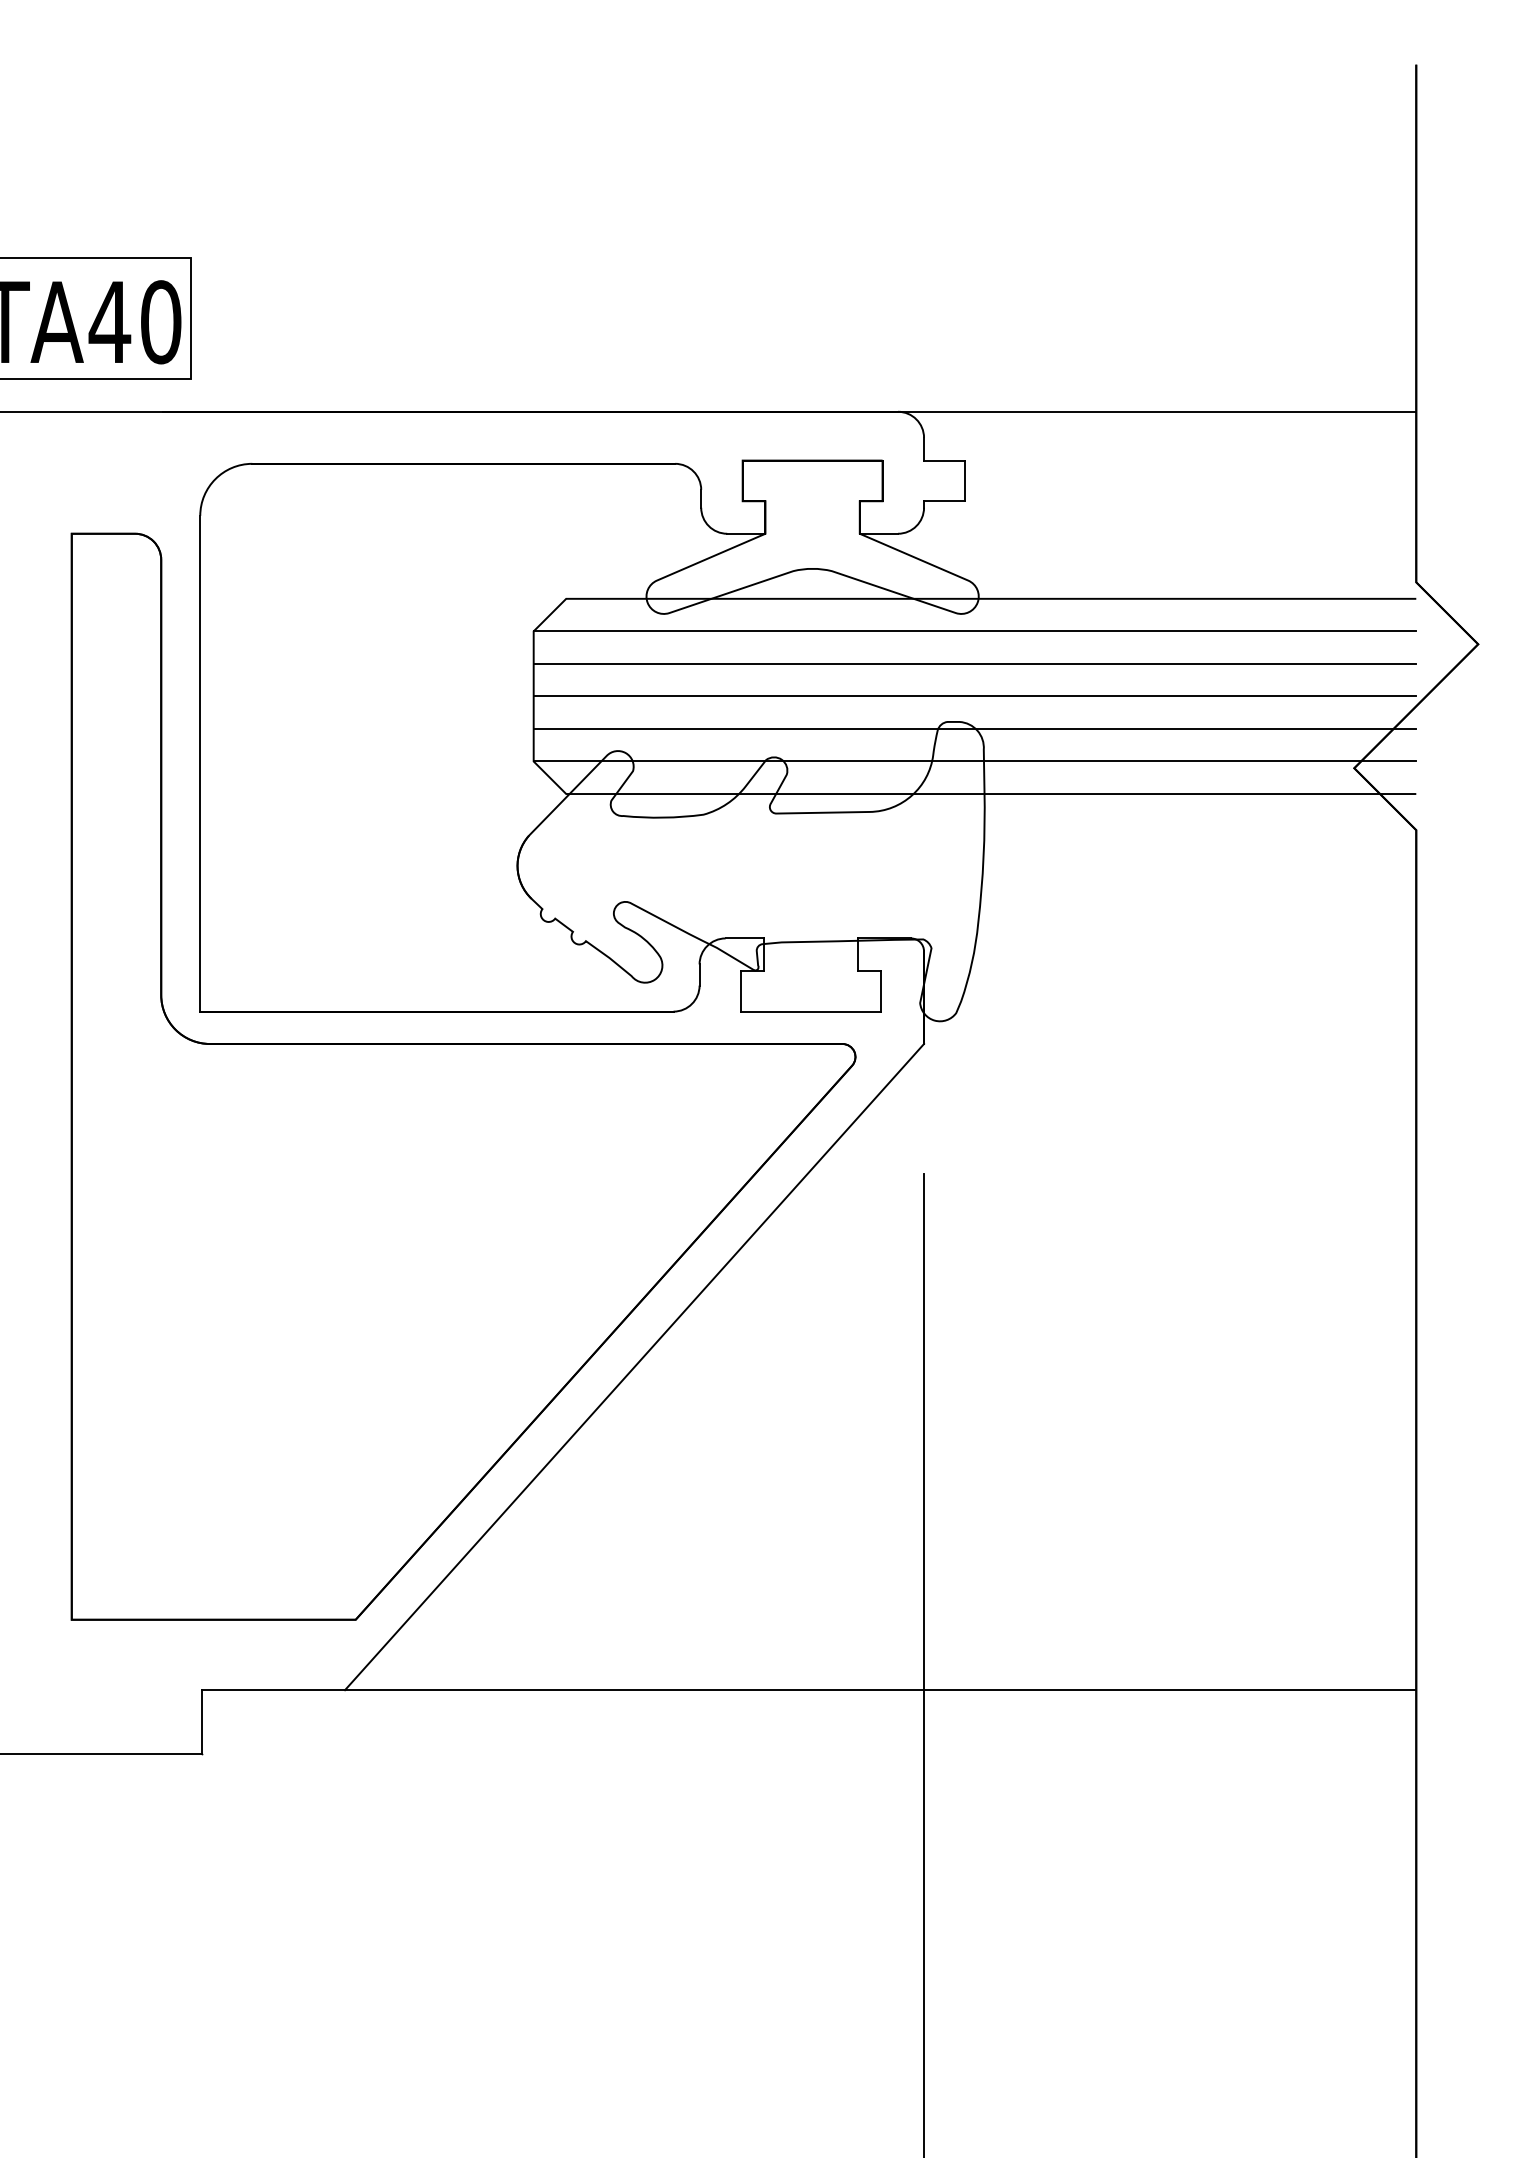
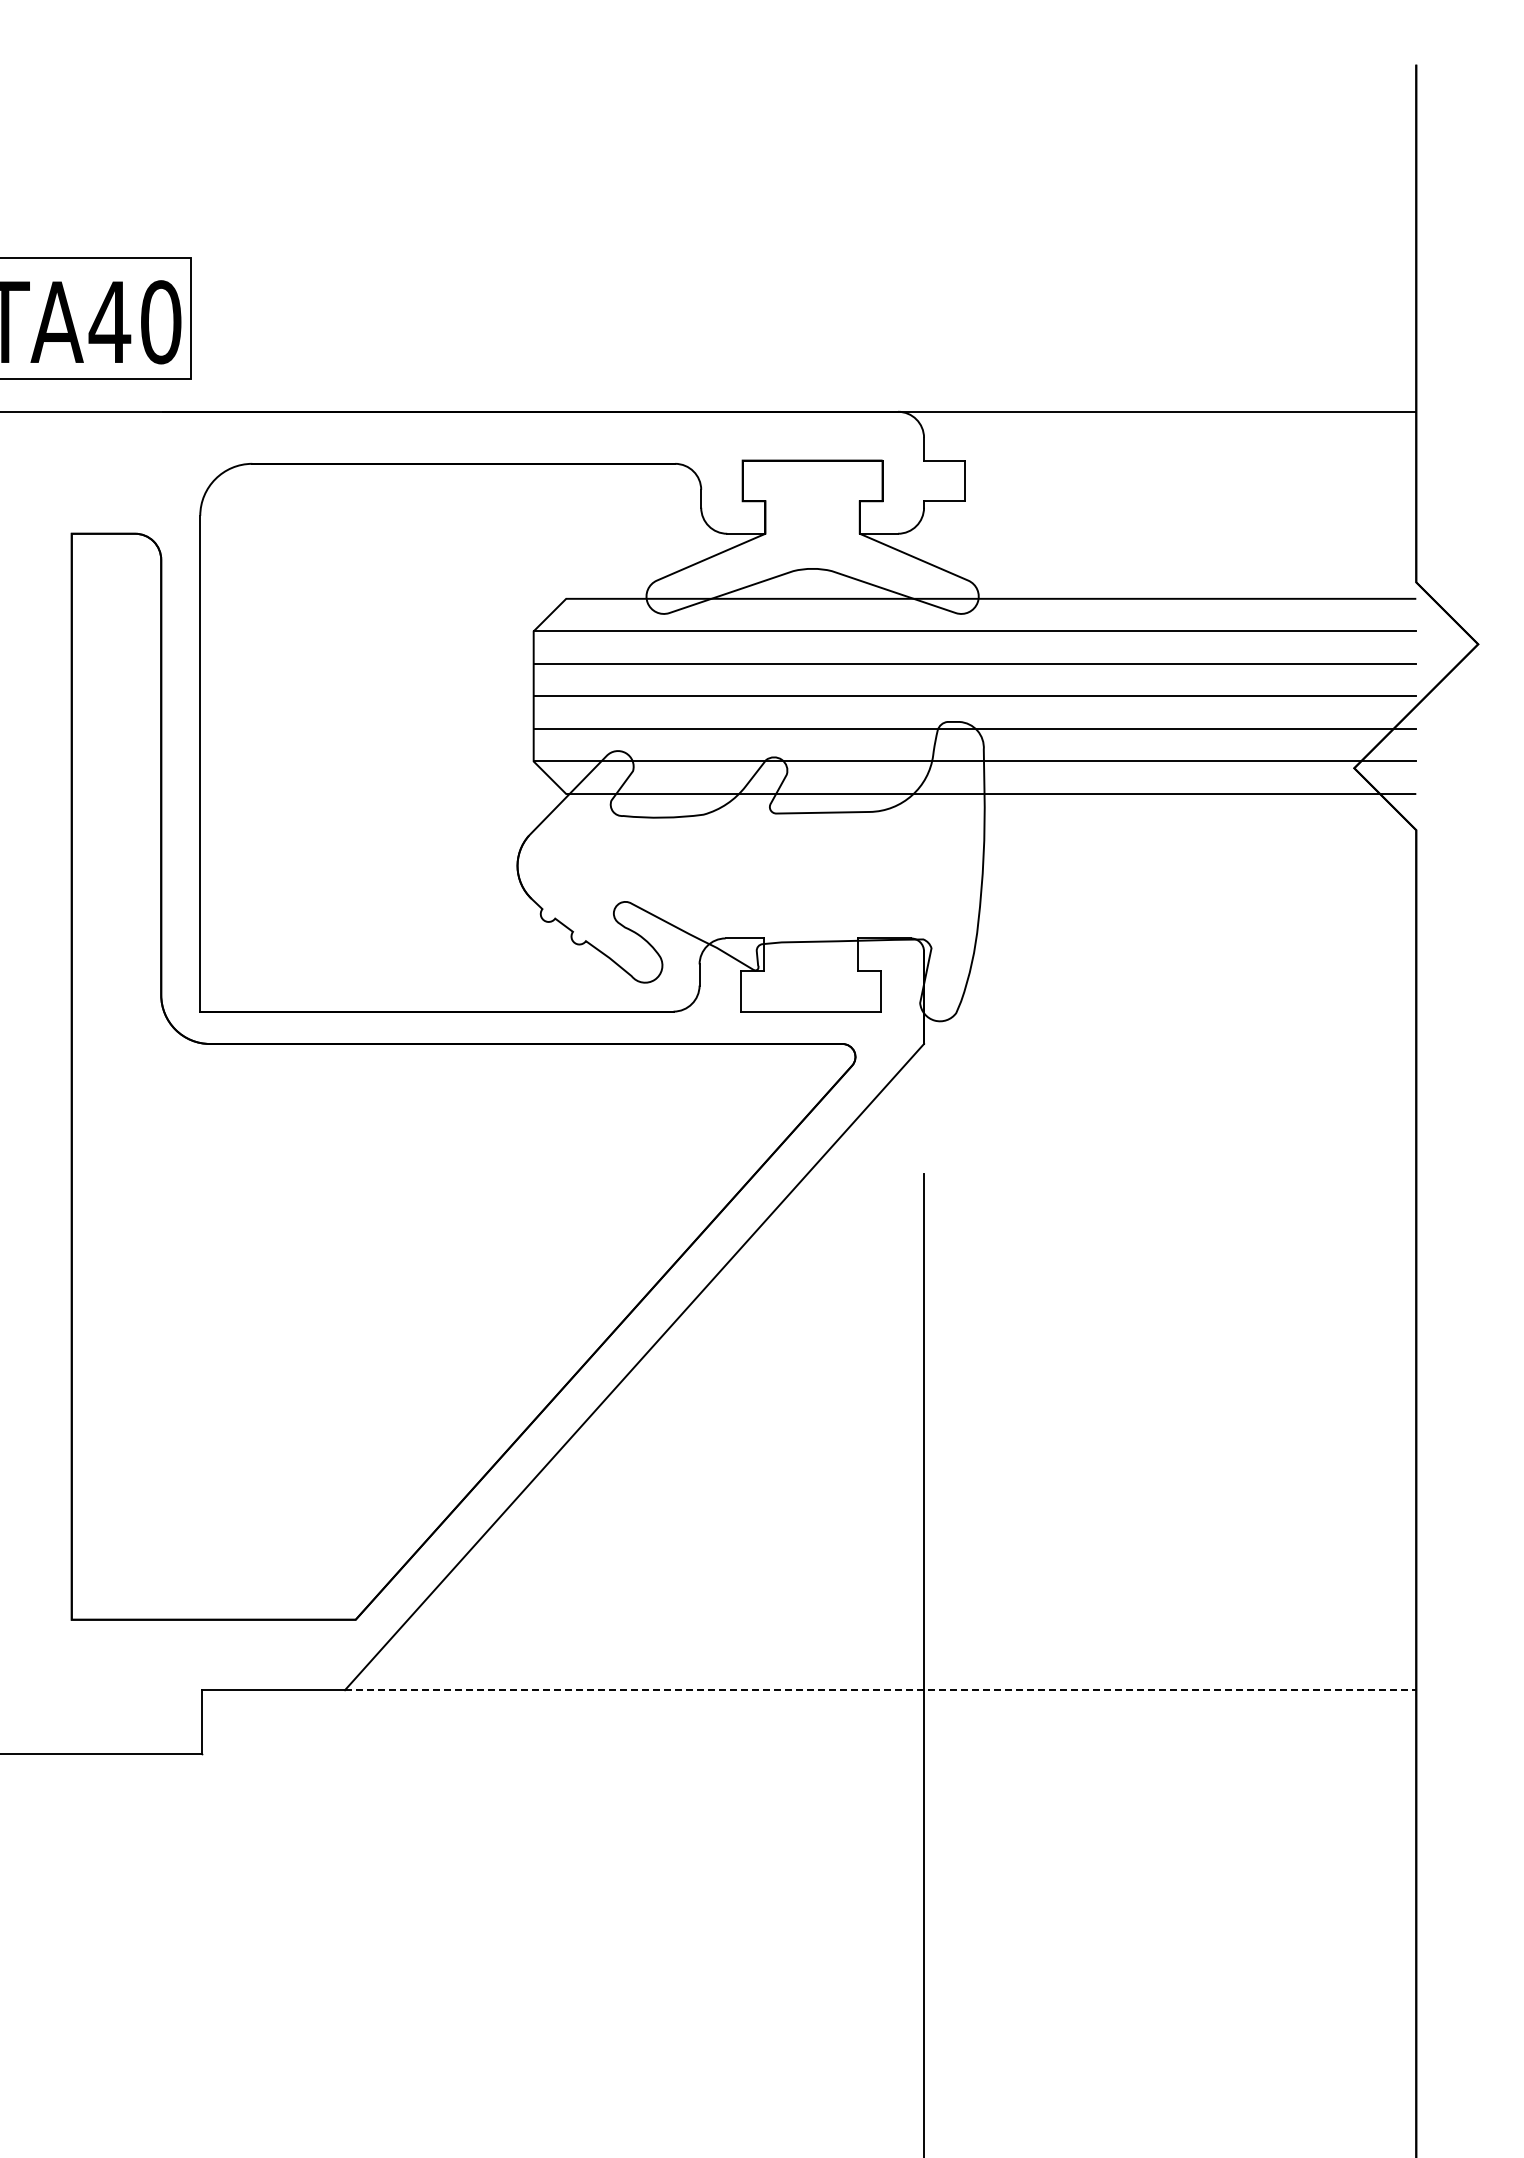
line at (880, 1690): solid -> dashed
